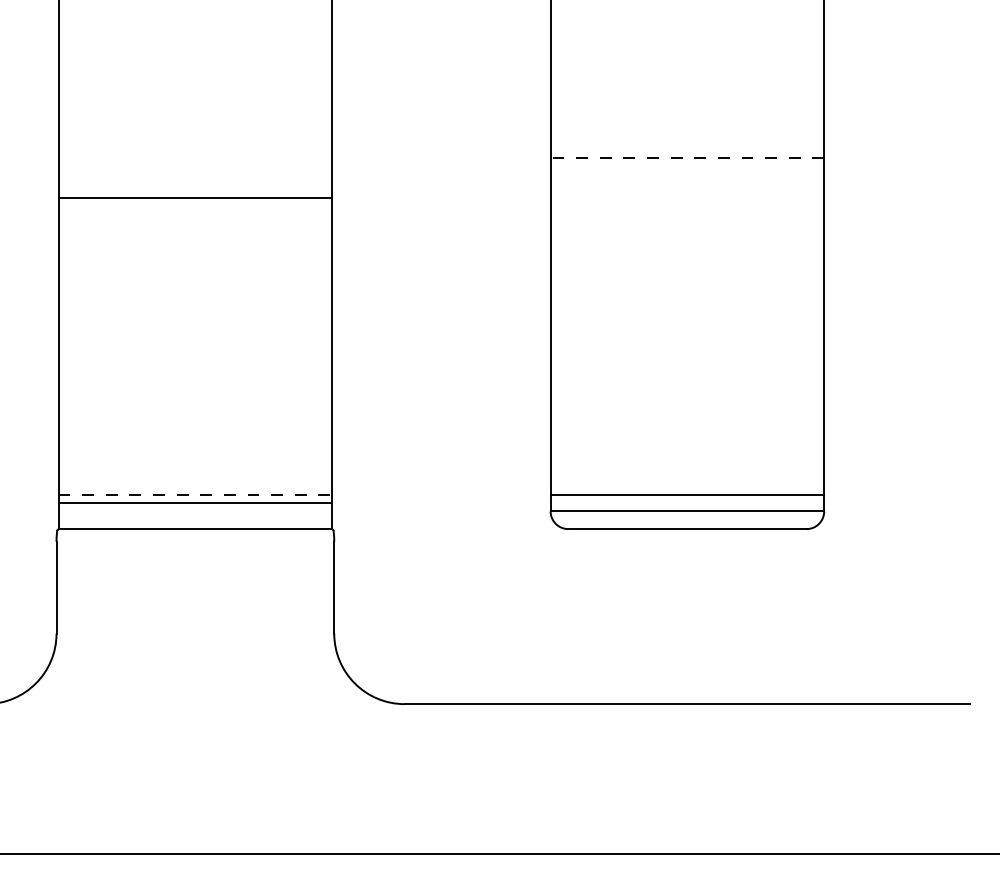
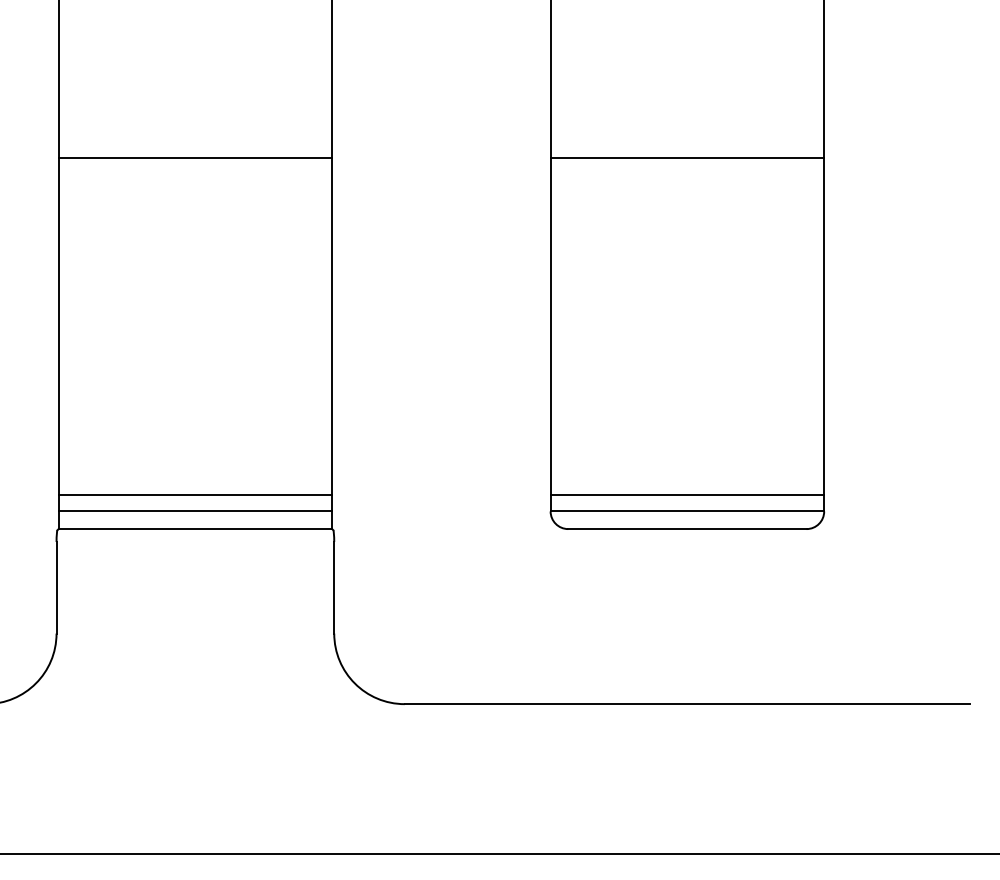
line at (687, 157): dashed -> solid
line at (195, 197) position: (195, 197) -> (195, 157)
line at (195, 495): dashed -> solid
line at (195, 503) position: (195, 503) -> (195, 511)
